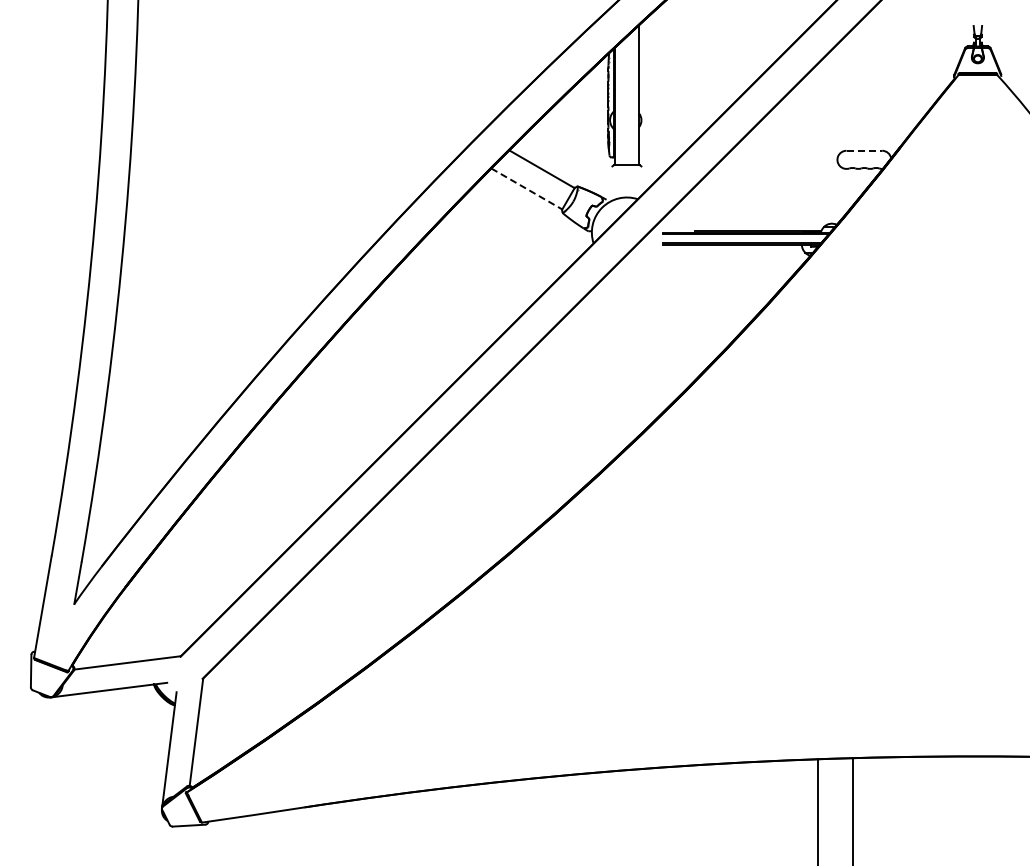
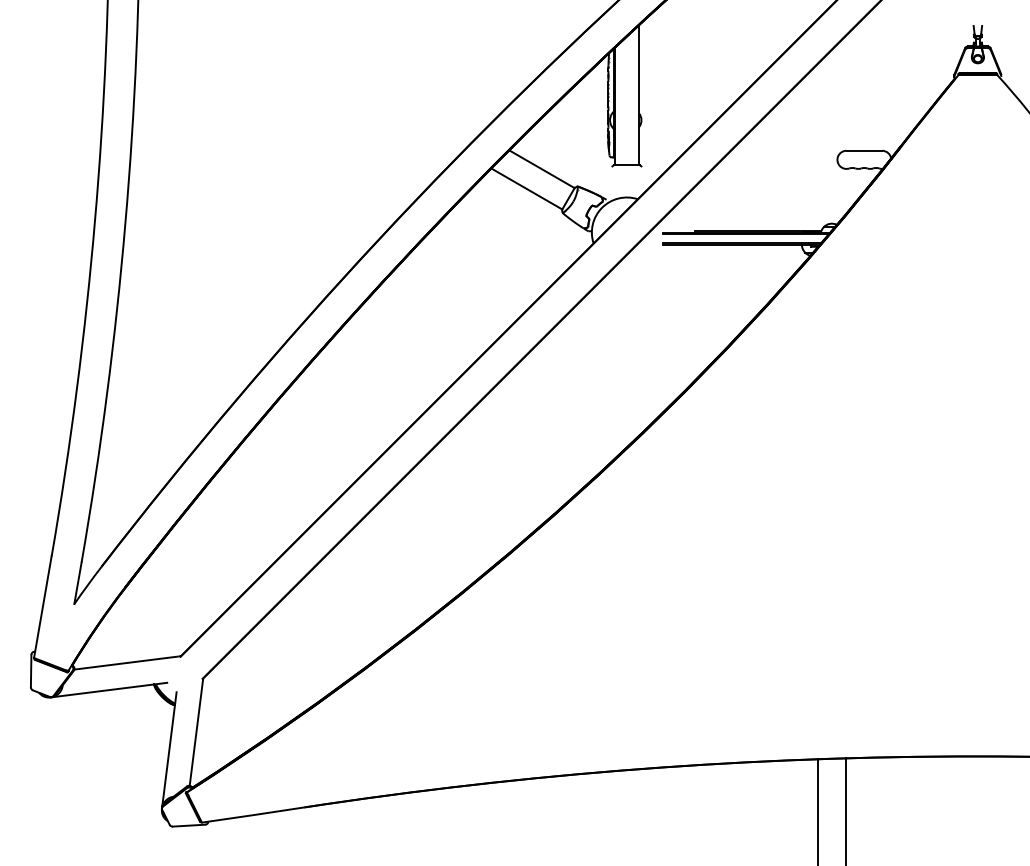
line at (864, 150): dashed -> solid
line at (526, 188): dashed -> solid
line at (852, 810) position: (852, 810) -> (845, 810)
